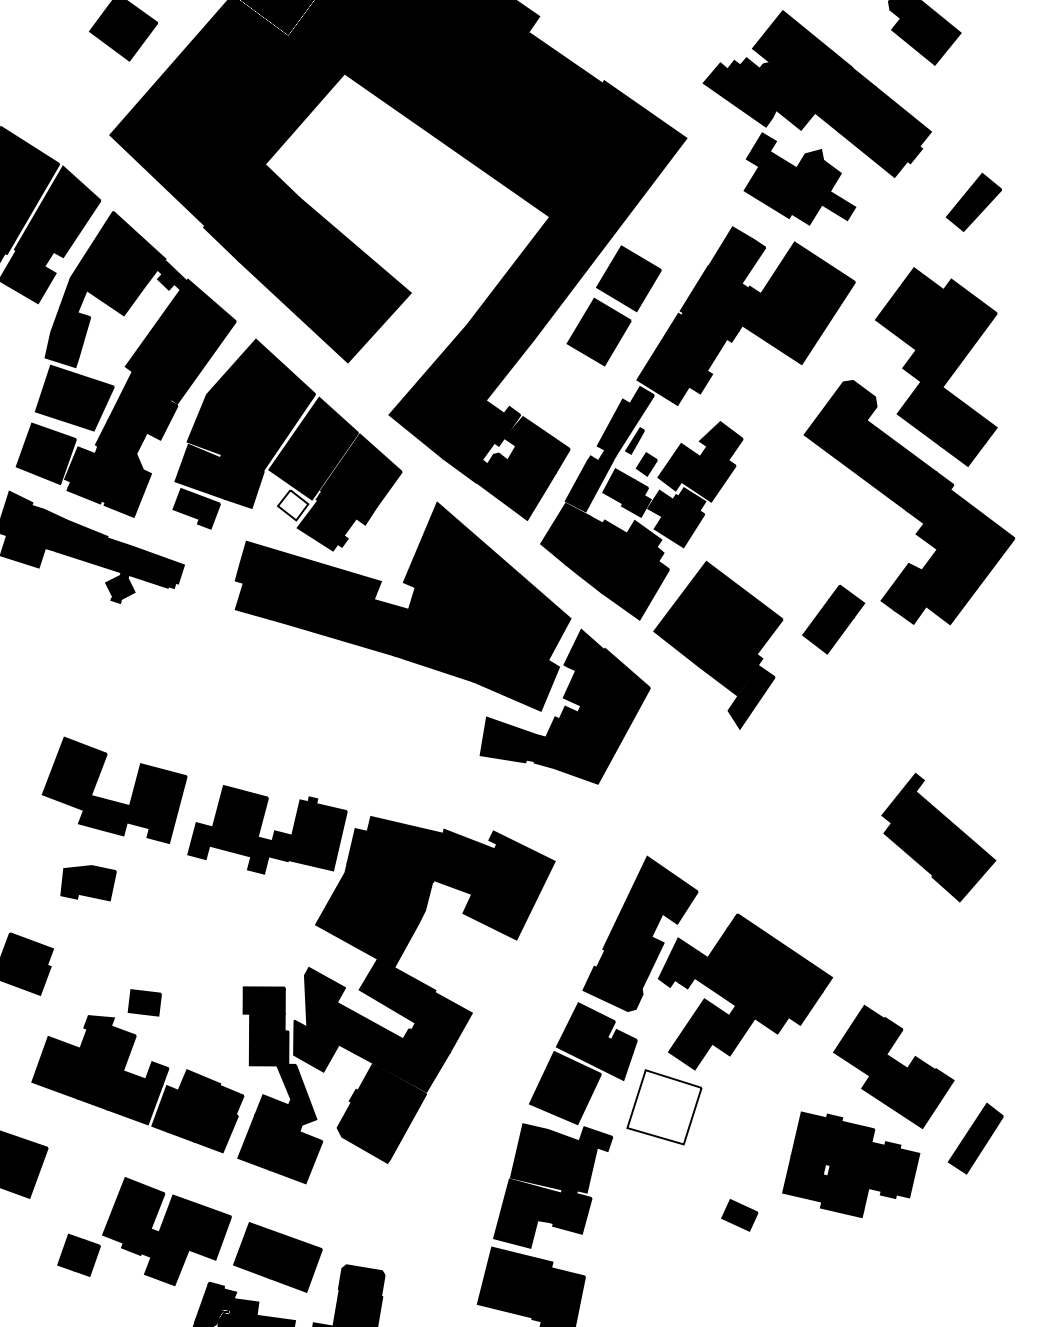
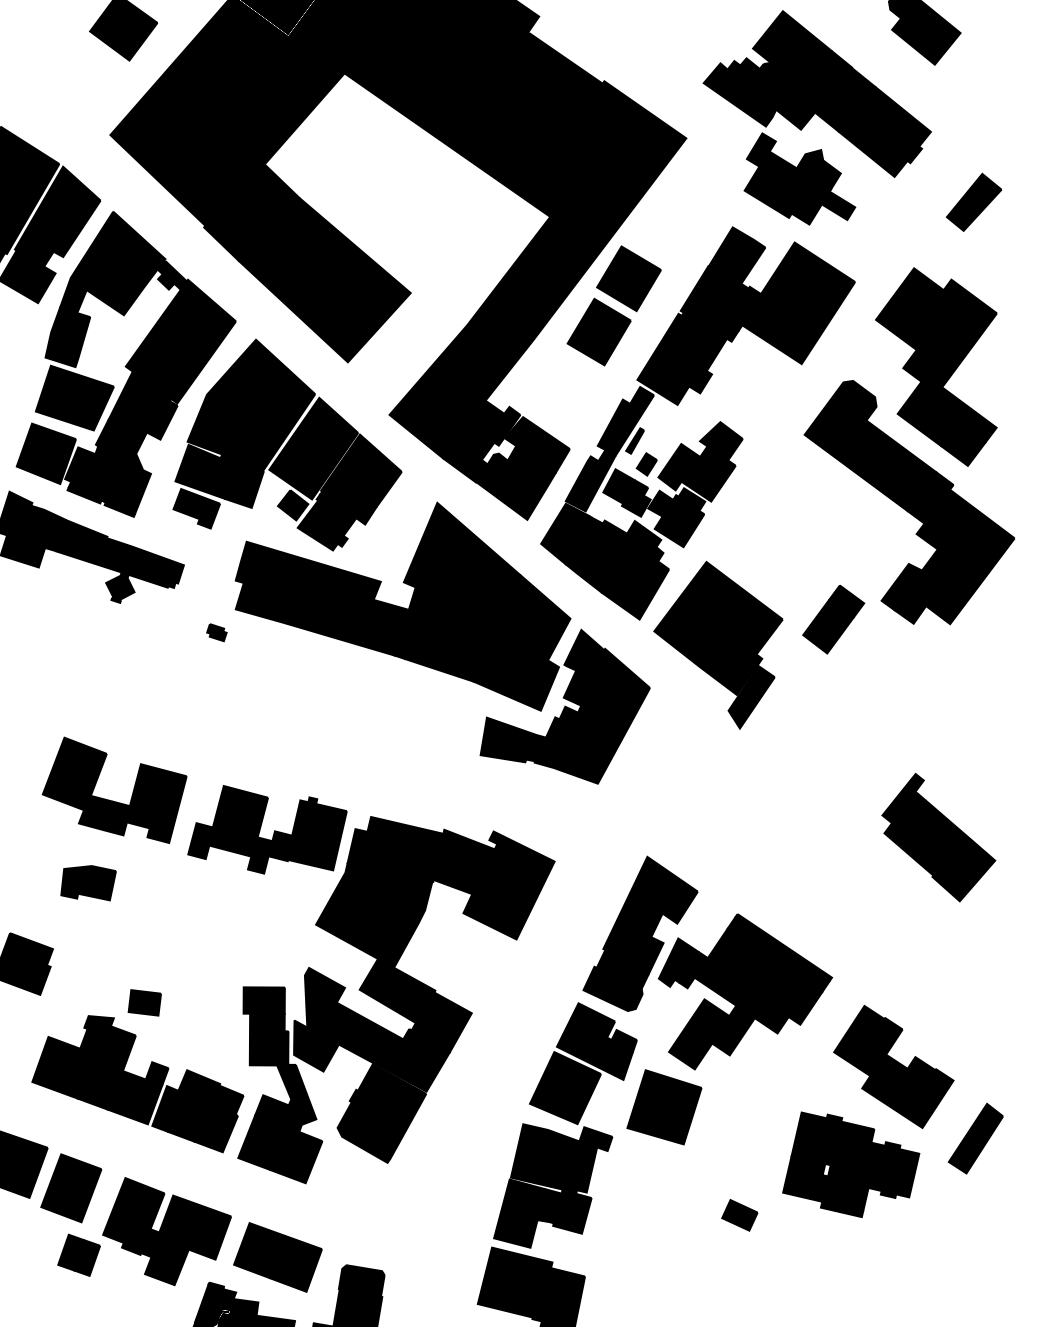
fill at (293, 505): none -> present
part at (216, 632): none -> present
fill at (664, 1107): none -> present
part at (71, 1188): none -> present
